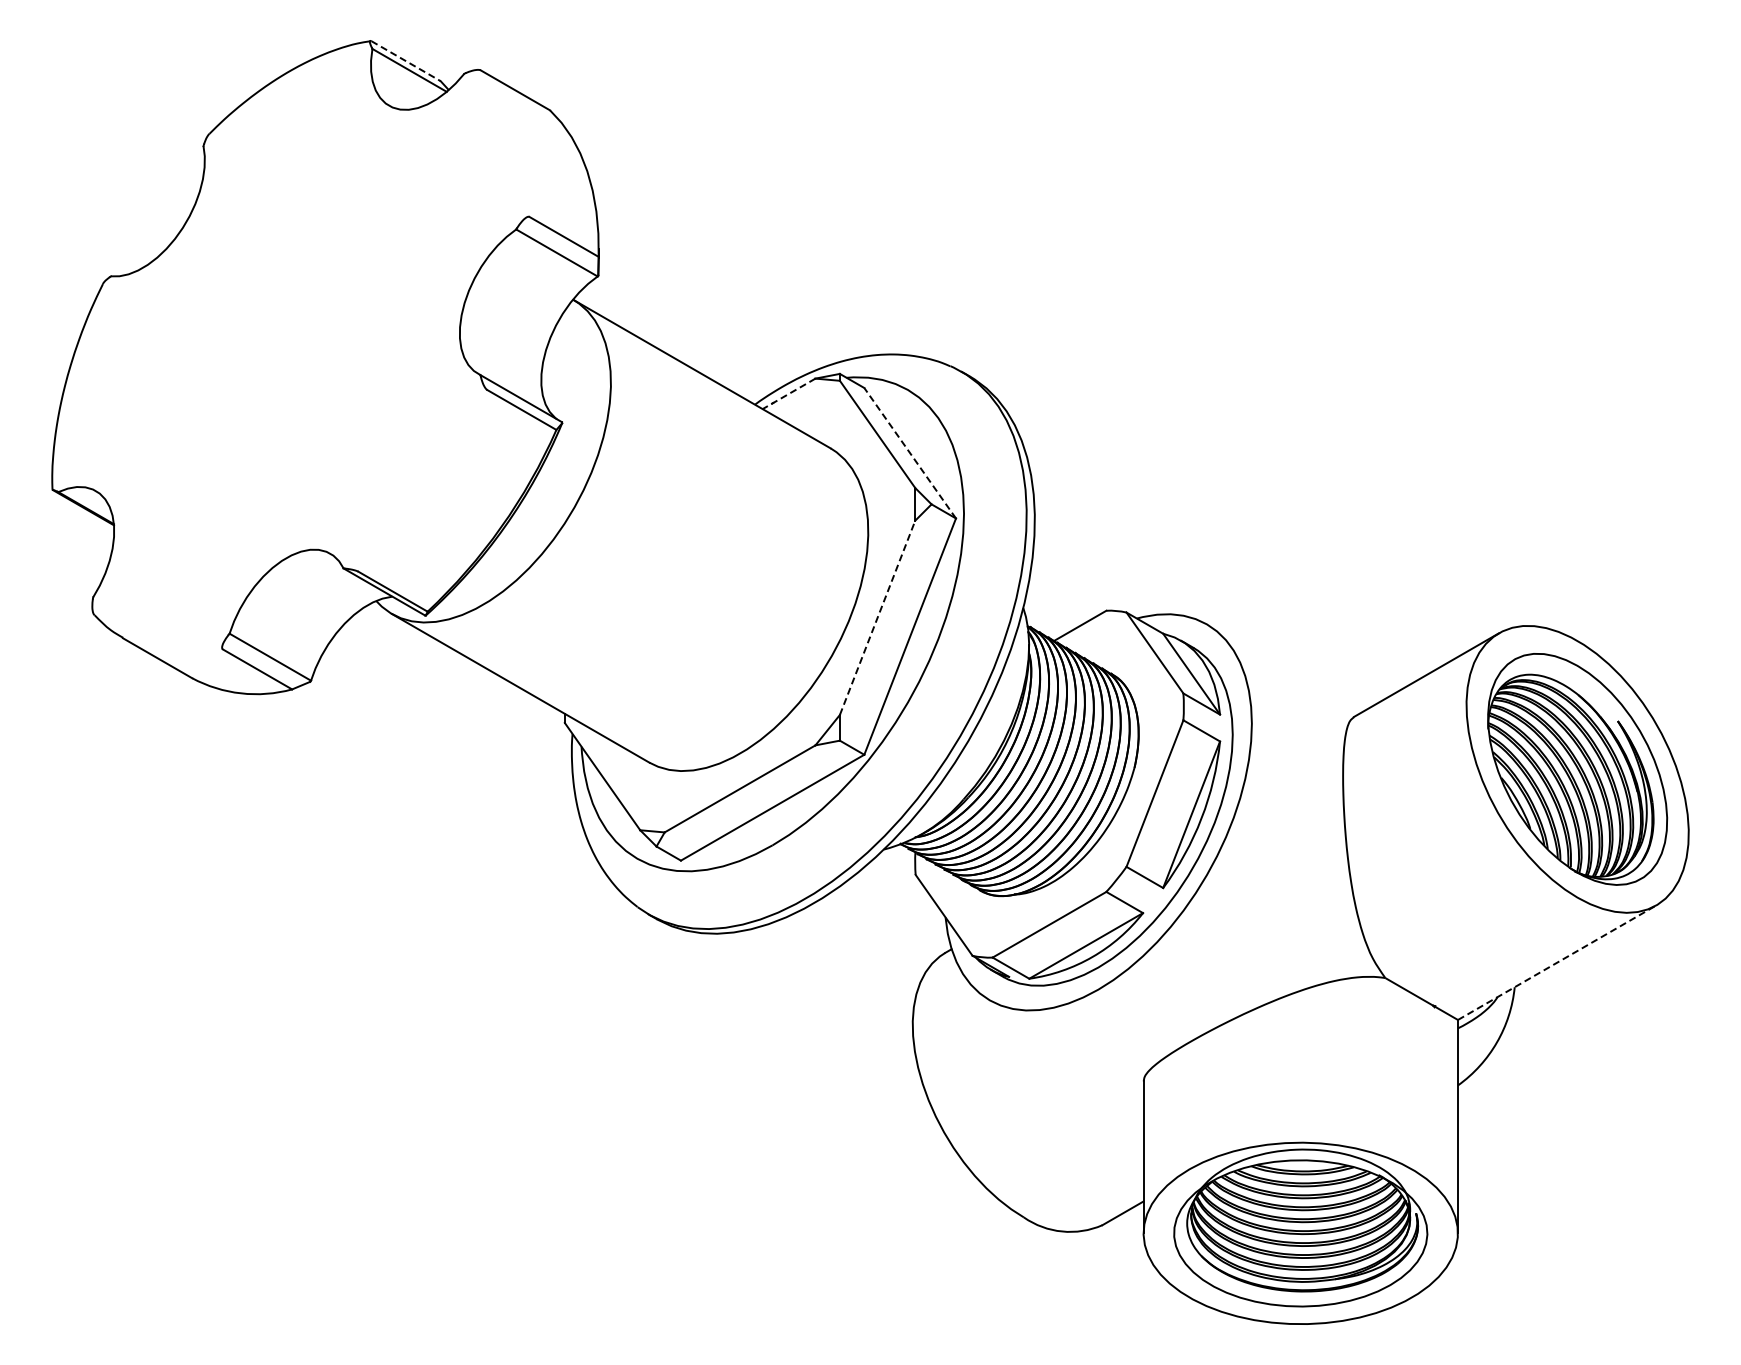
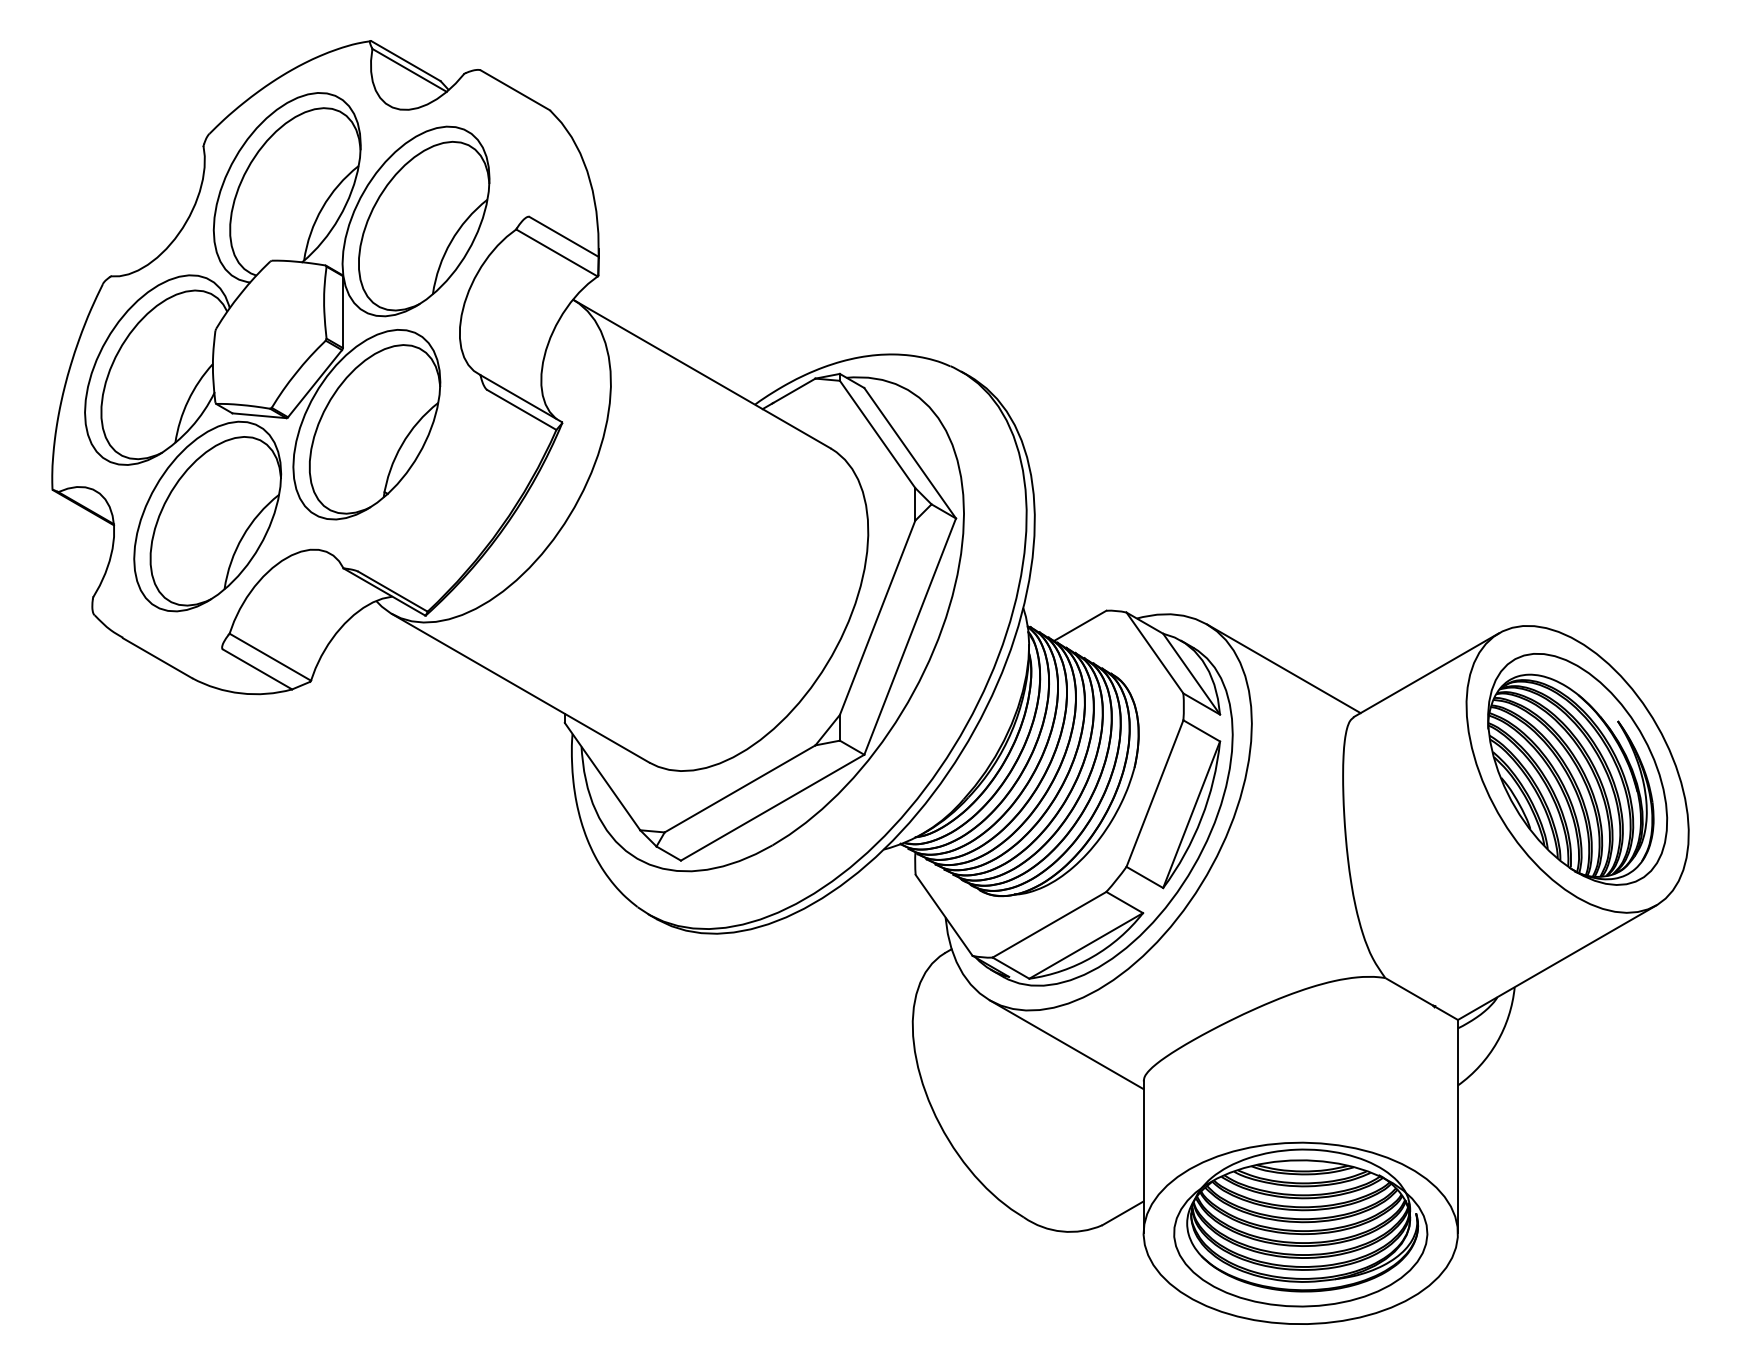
line at (406, 61): dashed -> solid
part at (287, 352): none -> present
line at (788, 394): dashed -> solid
line at (910, 453): dashed -> solid
line at (877, 617): dashed -> solid
line at (1283, 668): none -> present
line at (1557, 962): dashed -> solid
line at (1066, 1044): none -> present
